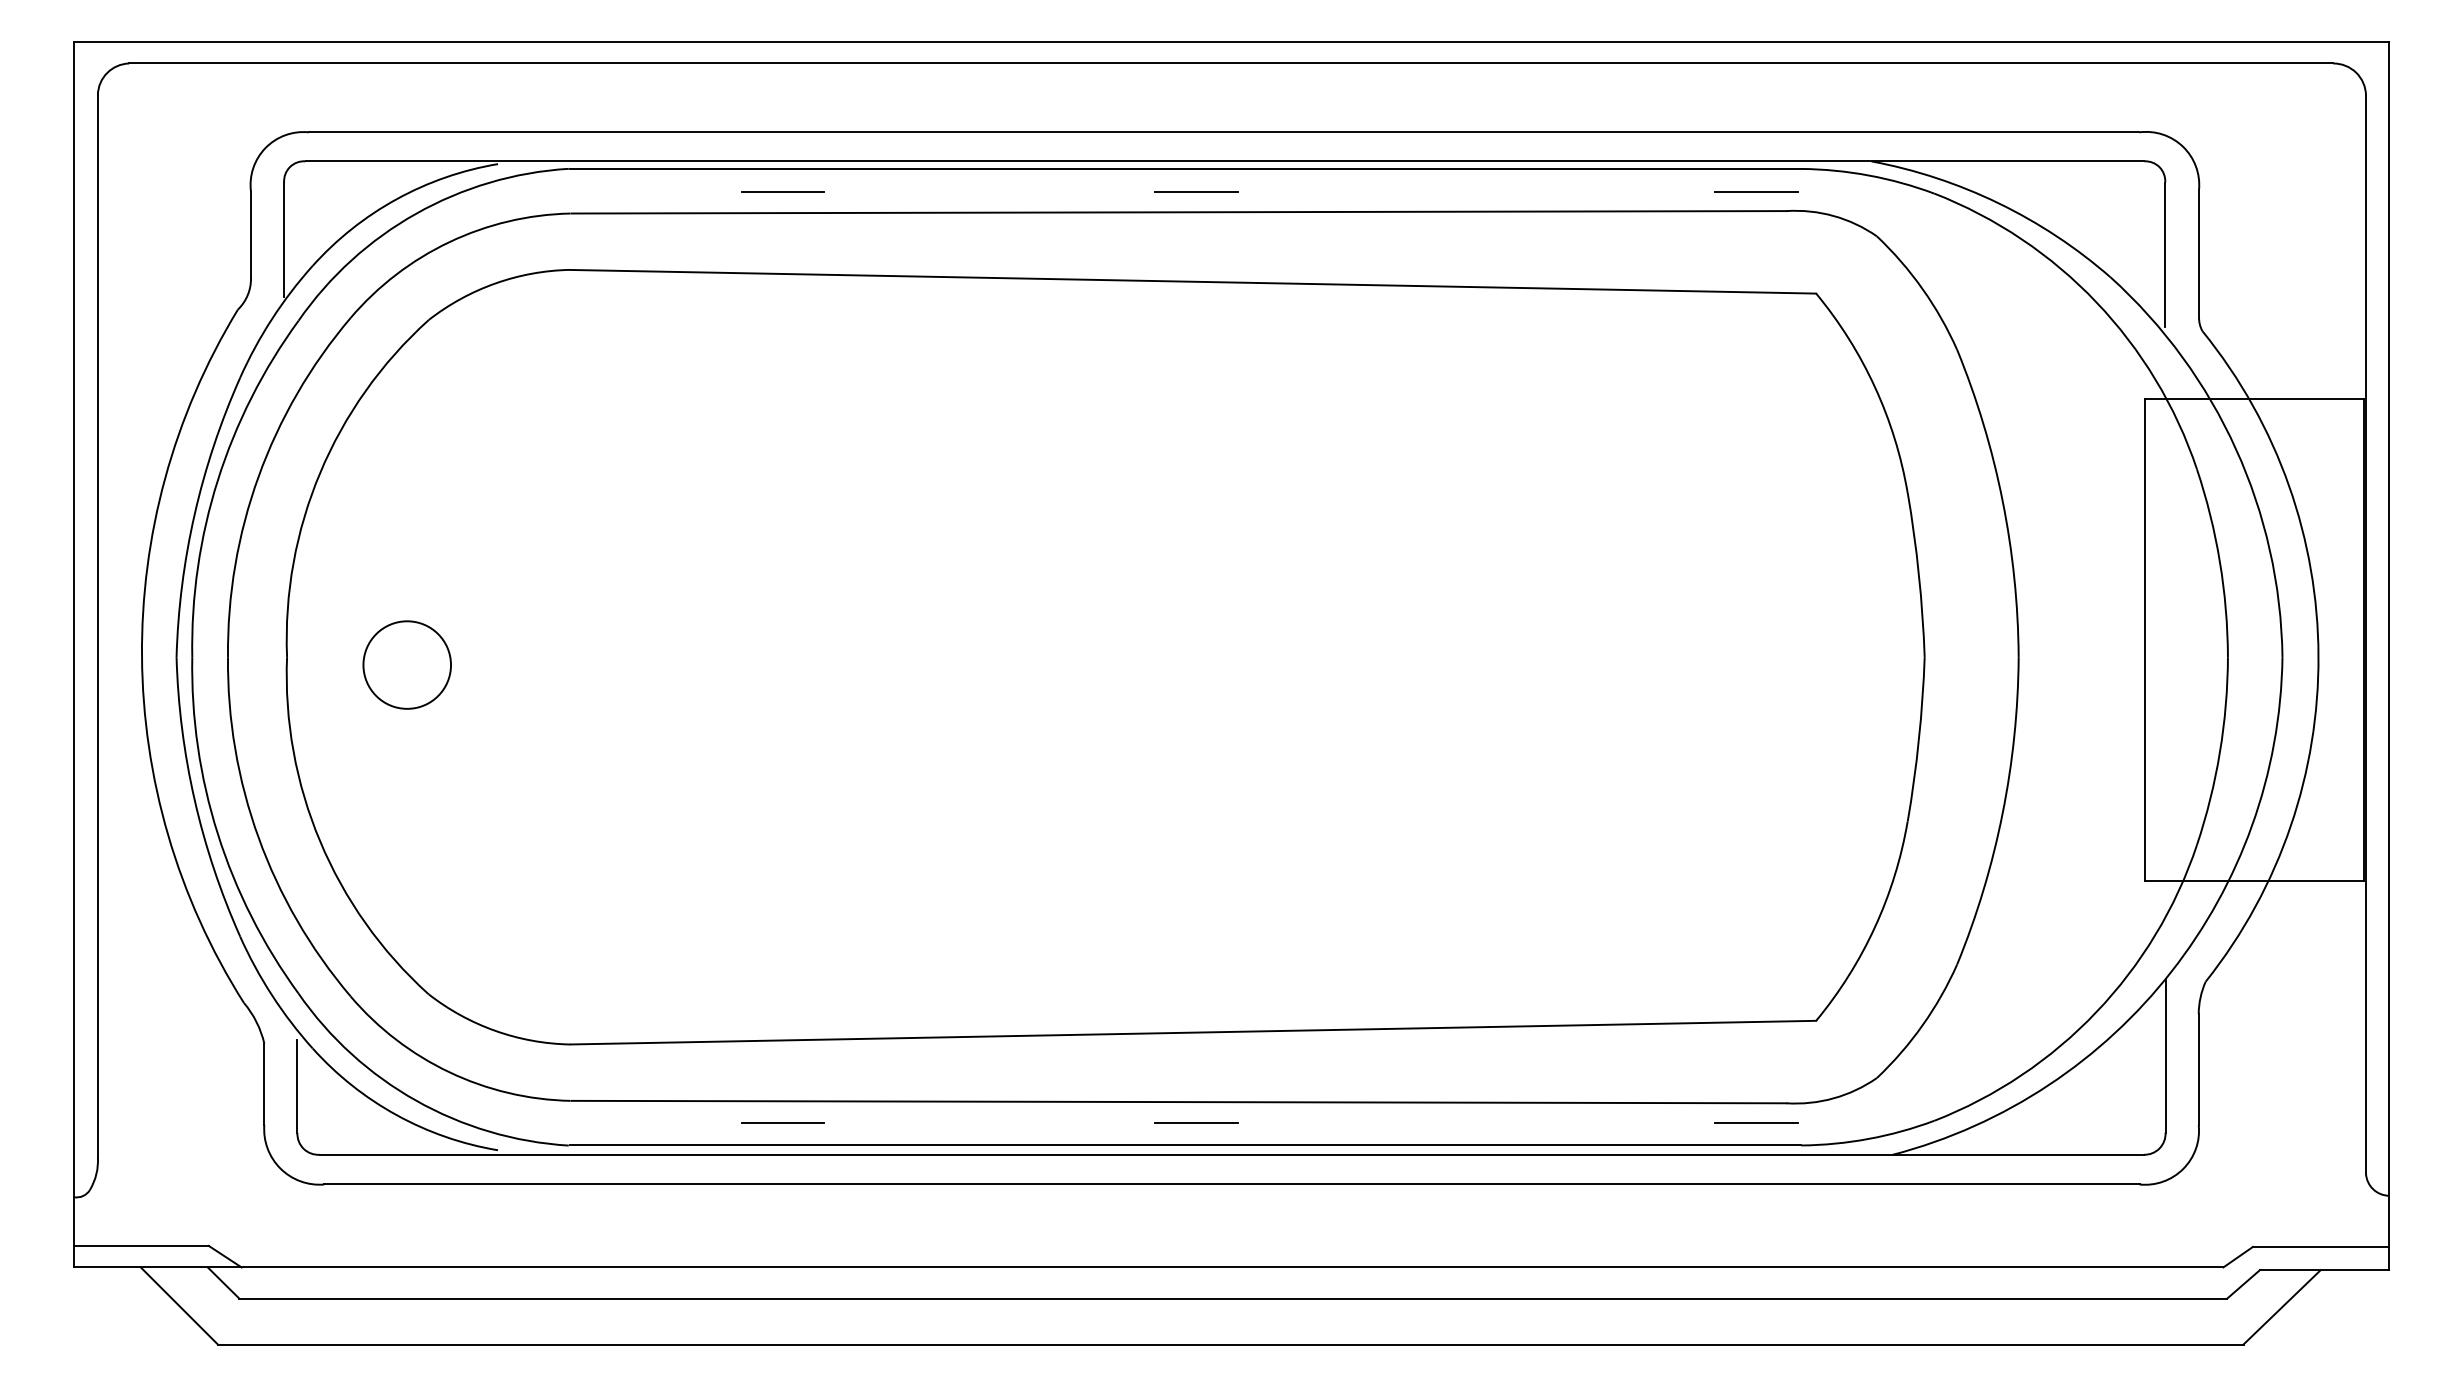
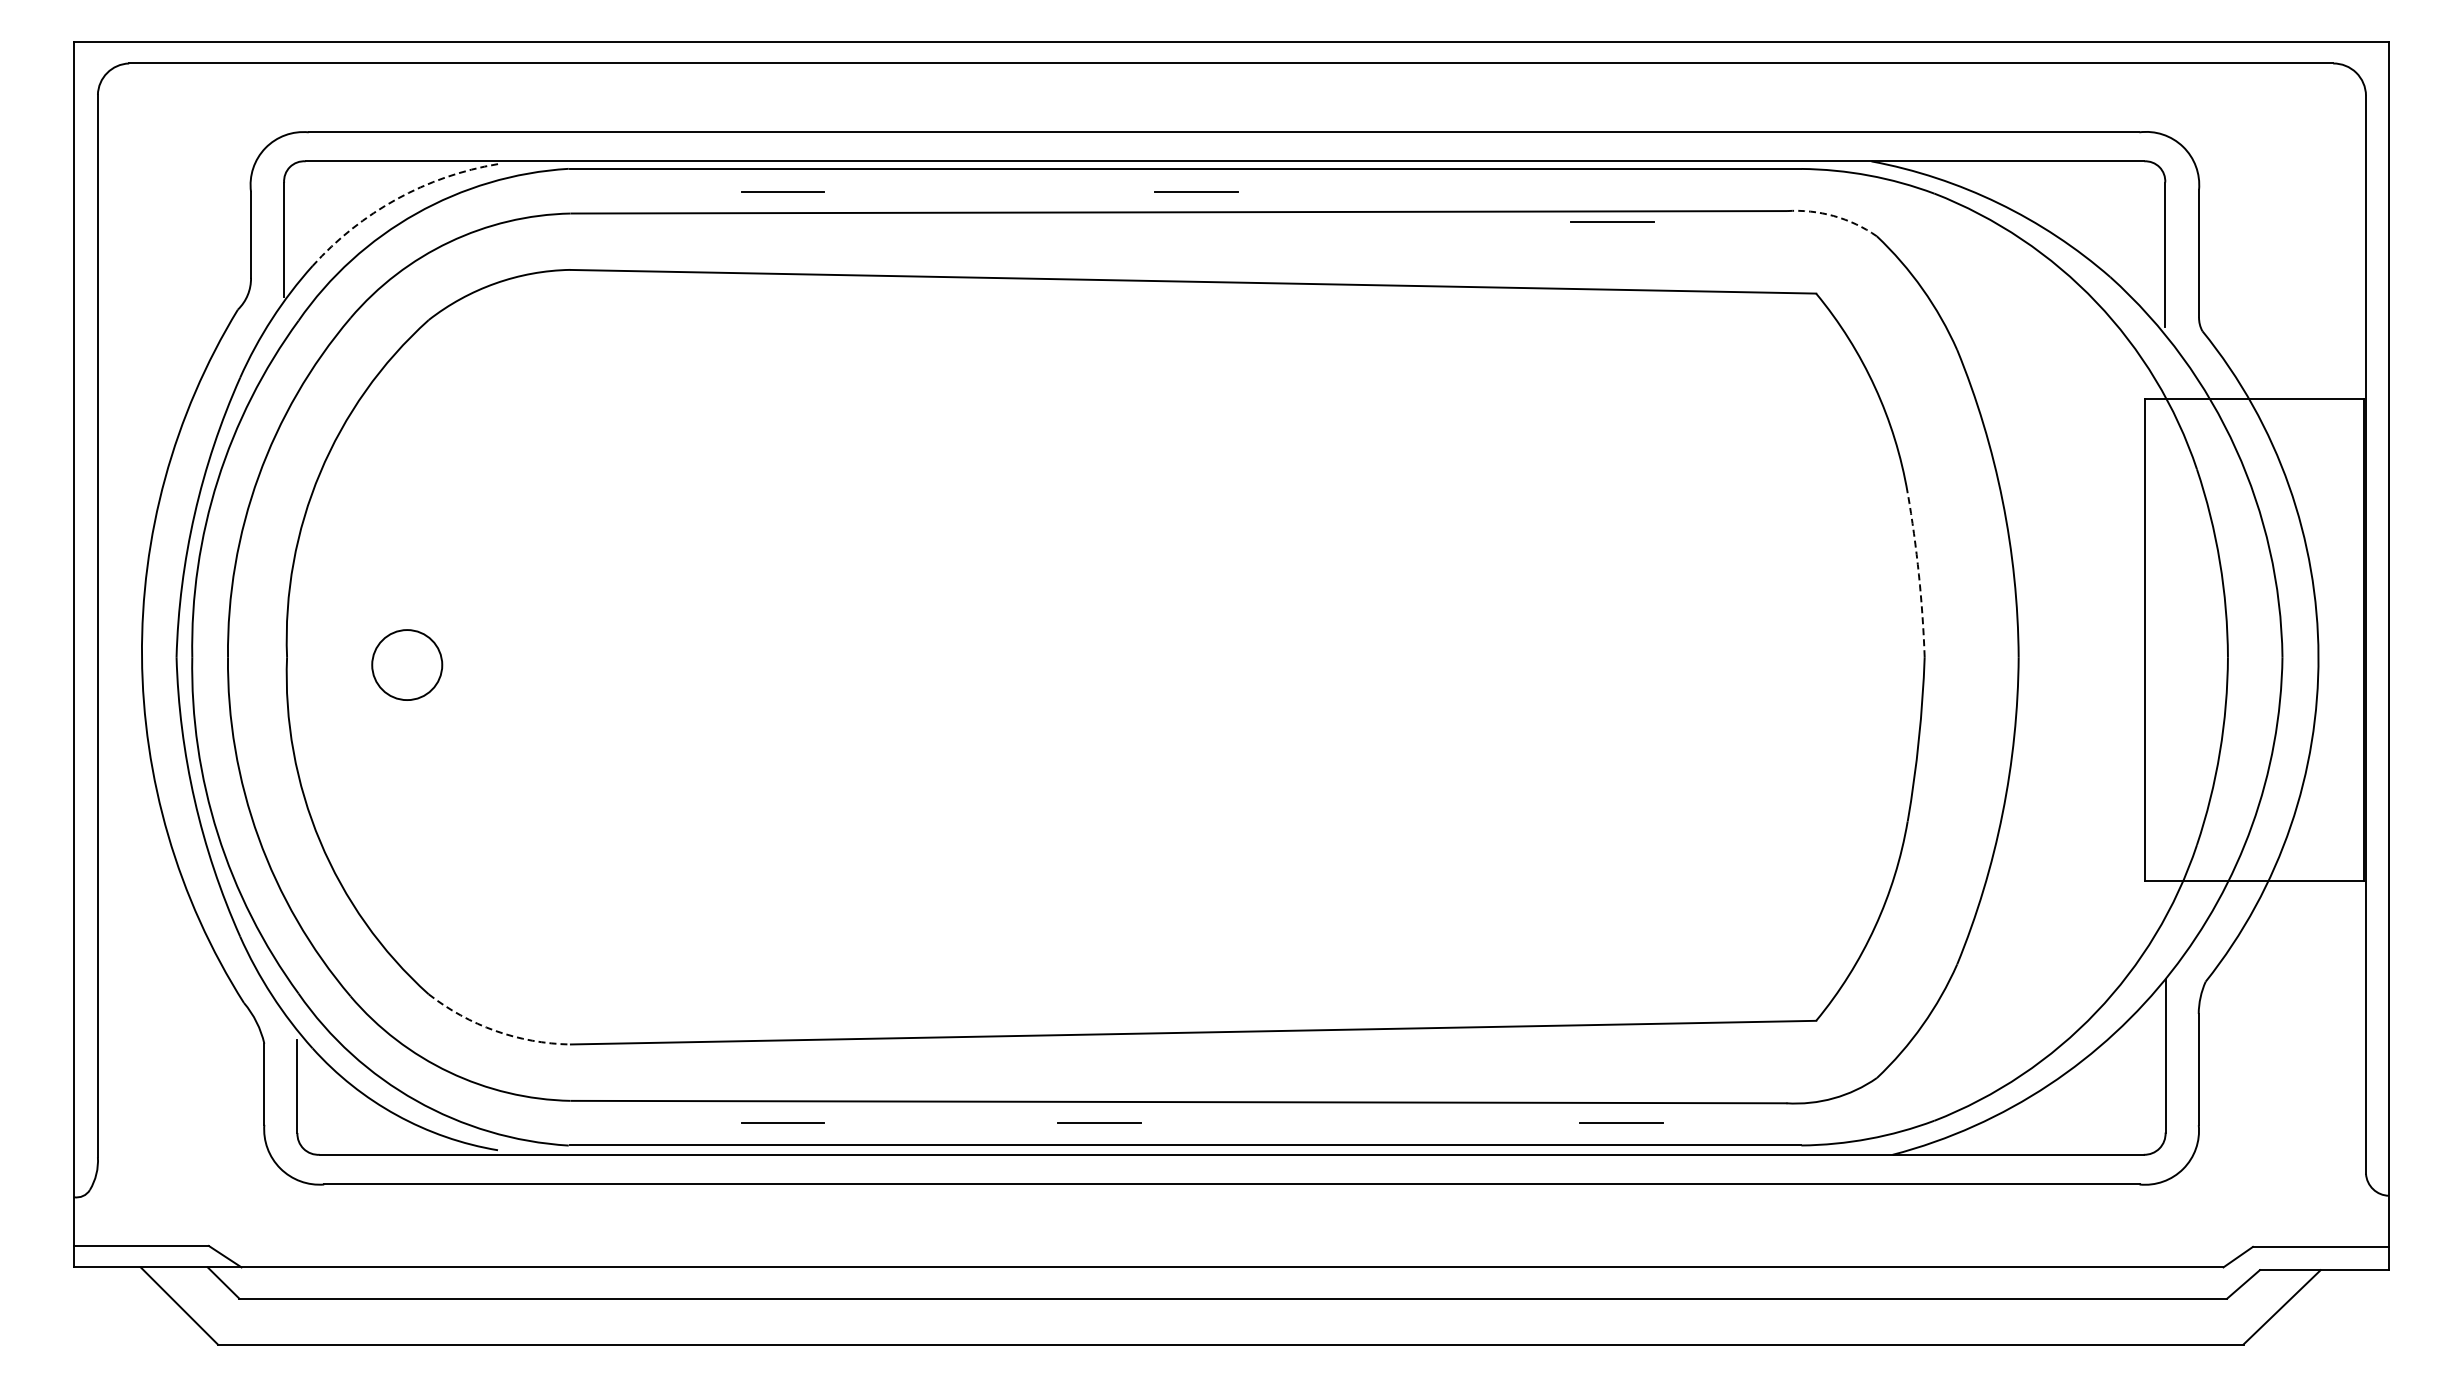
line at (1756, 191) position: (1756, 191) -> (1612, 221)
arc at (396, 199): solid -> dashed
arc at (1833, 216): solid -> dashed
arc at (1918, 574): solid -> dashed
circle at (407, 664) diameter: 88 px -> 70 px
arc at (495, 1030): solid -> dashed
line at (1196, 1122) position: (1196, 1122) -> (1099, 1122)
line at (1756, 1122) position: (1756, 1122) -> (1621, 1122)
